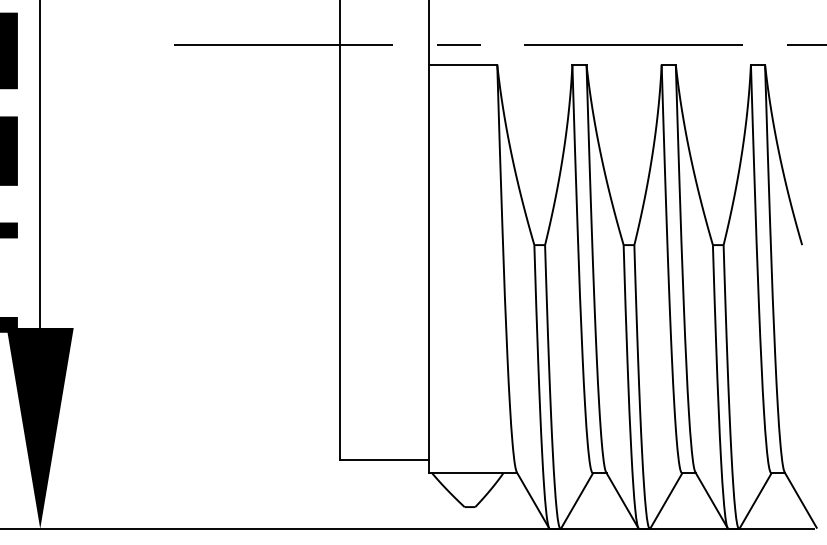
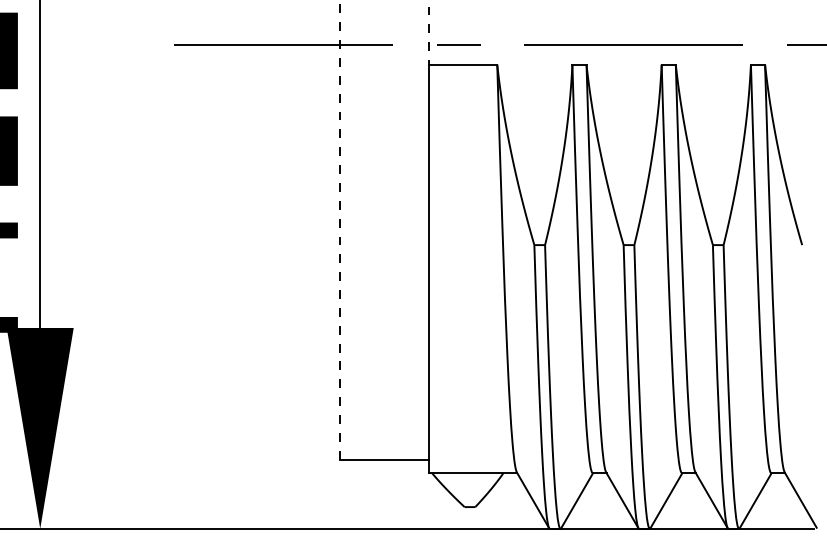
line at (429, 32): solid -> dashed
line at (339, 230): solid -> dashed
